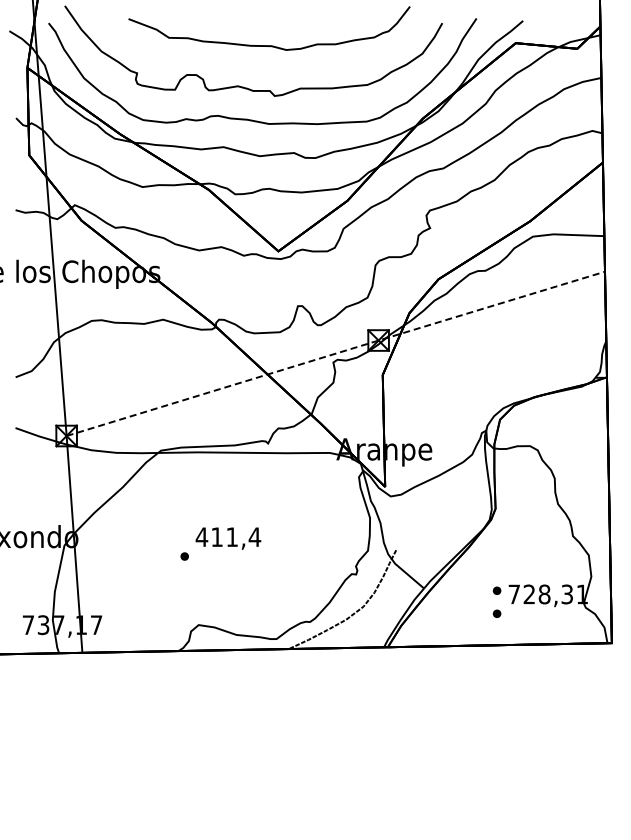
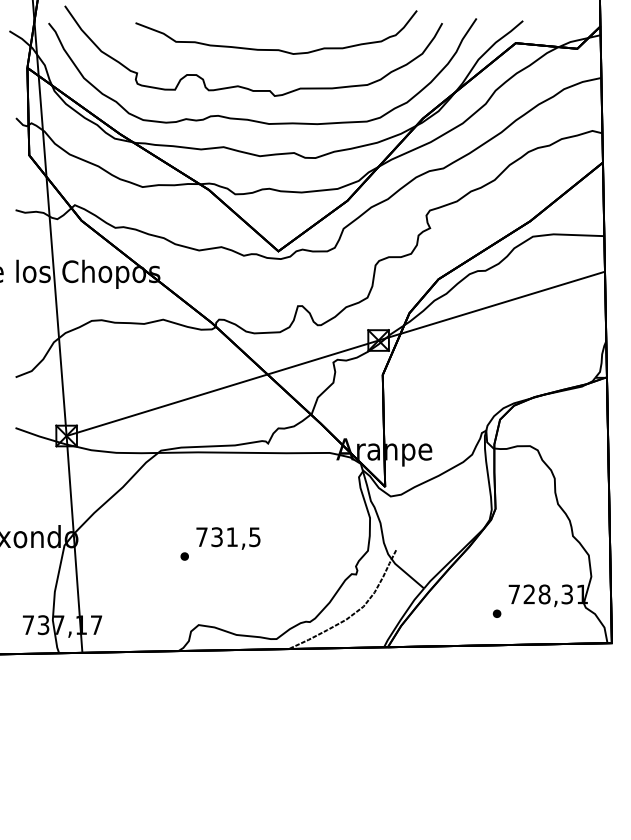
curve at (269, 45) position: (269, 45) -> (276, 49)
line at (336, 353): dashed -> solid
text at (228, 537): 411,4 -> 731,5
part at (496, 590): present -> none
